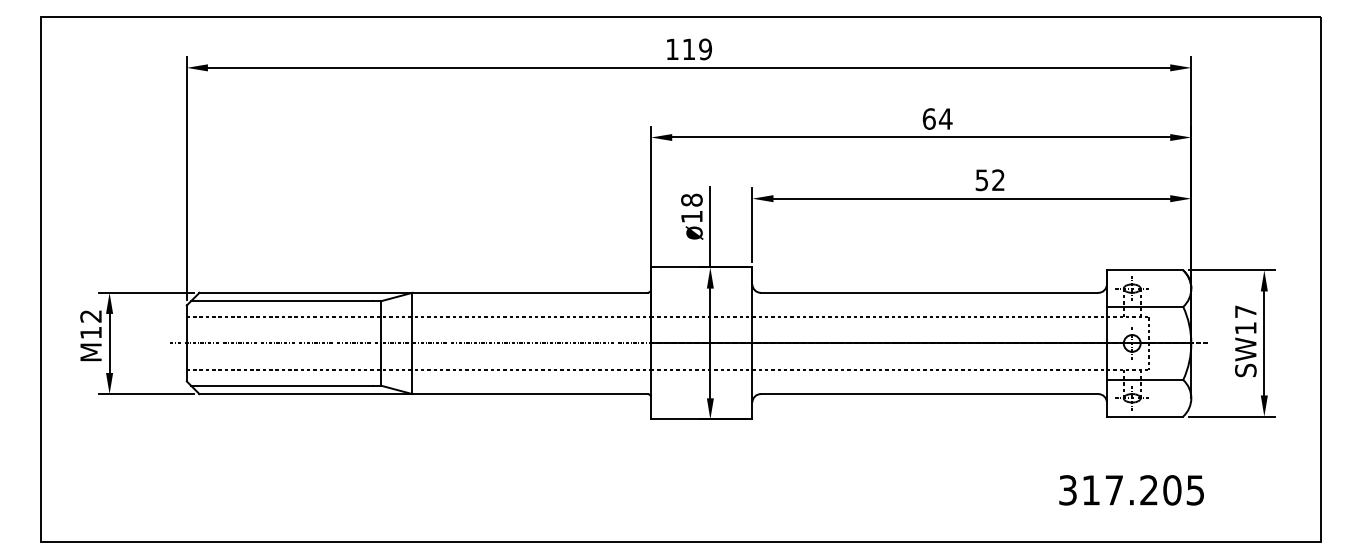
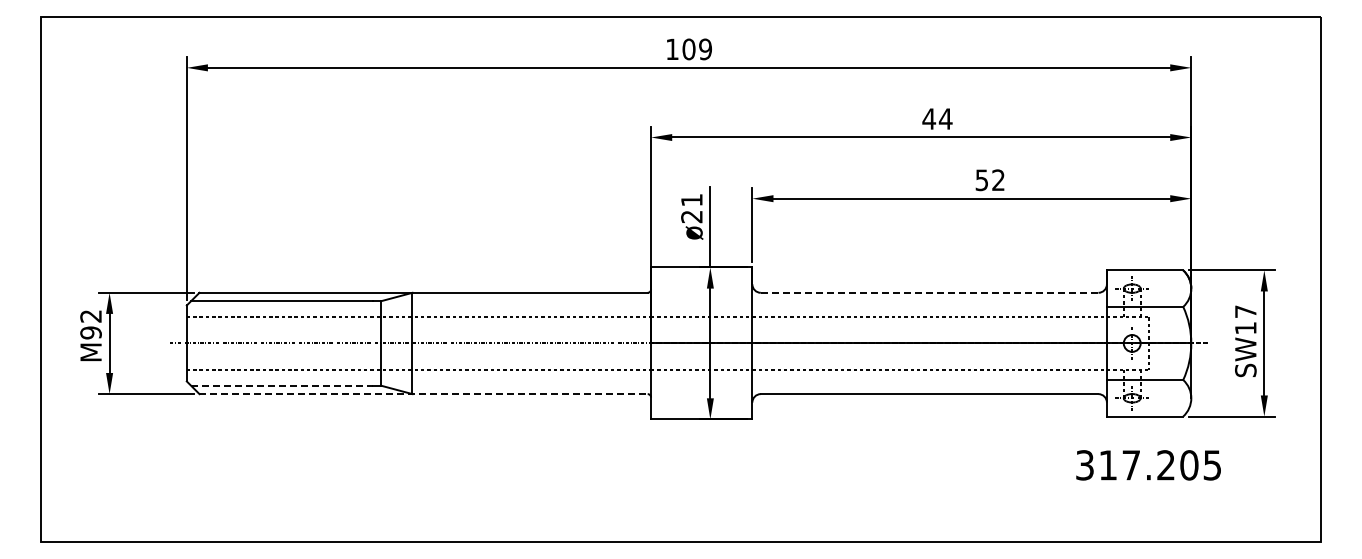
text at (688, 49): 119 -> 109
text at (929, 118): 64 -> 44
text at (691, 208): ø18 -> ø21
line at (929, 292): solid -> dashed
text at (90, 332): M12 -> M92
line at (281, 385): solid -> dashed
line at (424, 394): solid -> dashed
text at (1131, 490) position: (1131, 490) -> (1148, 465)
